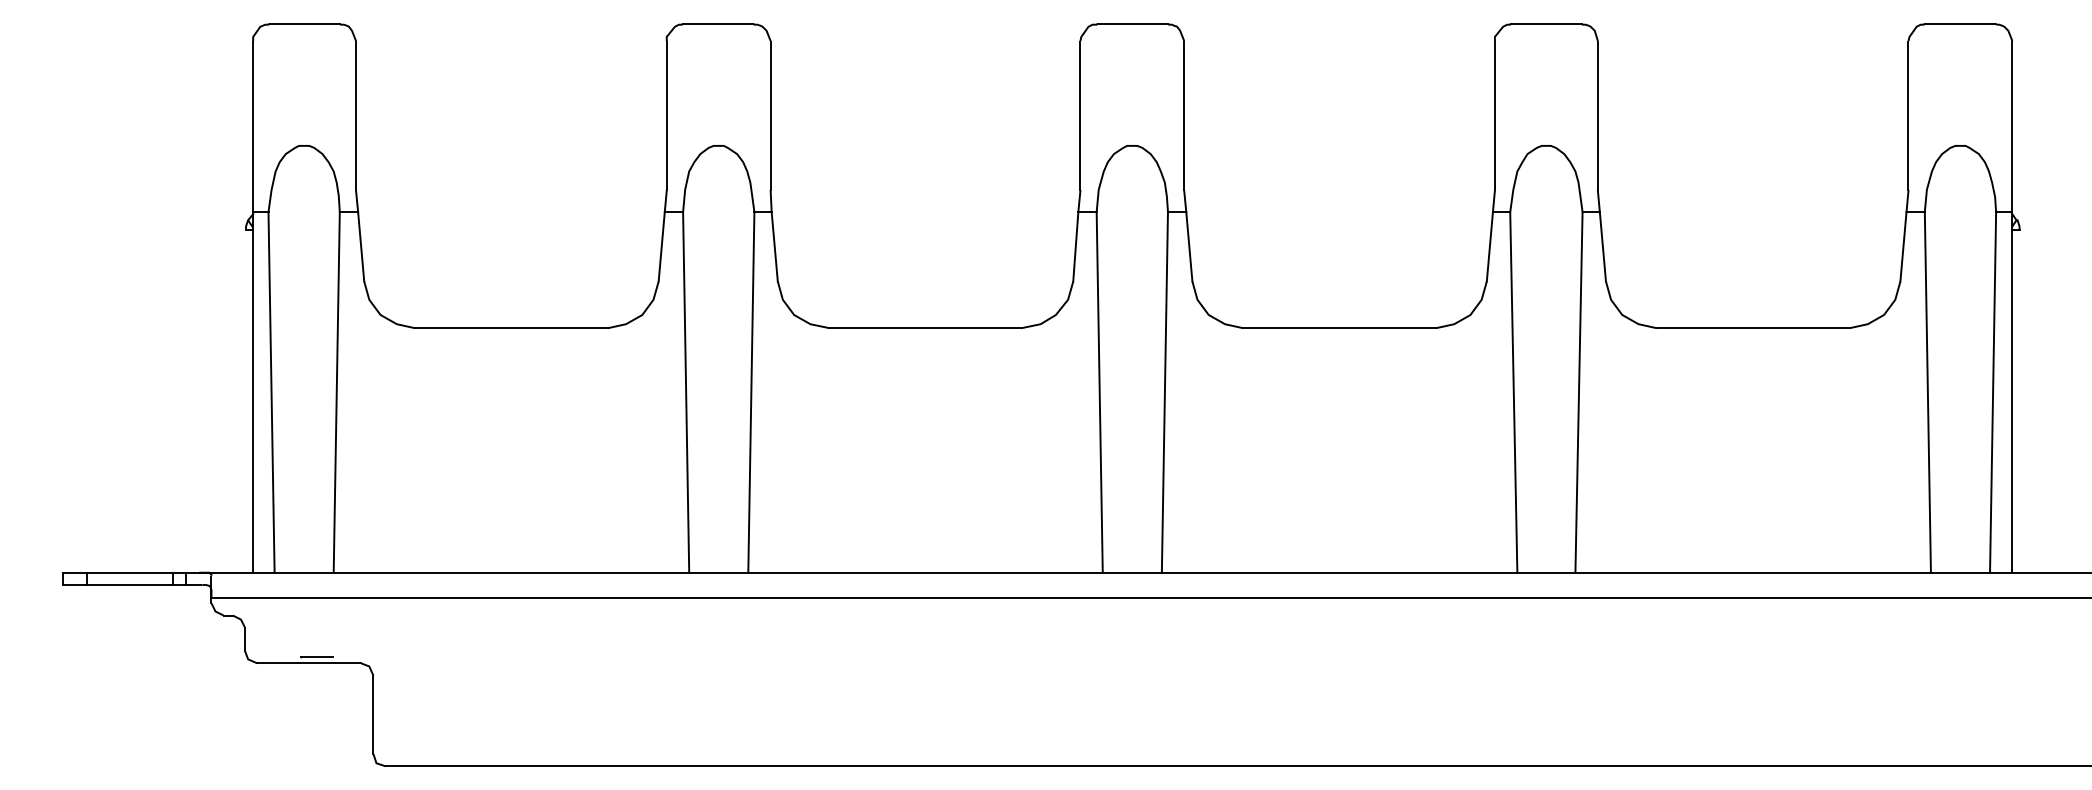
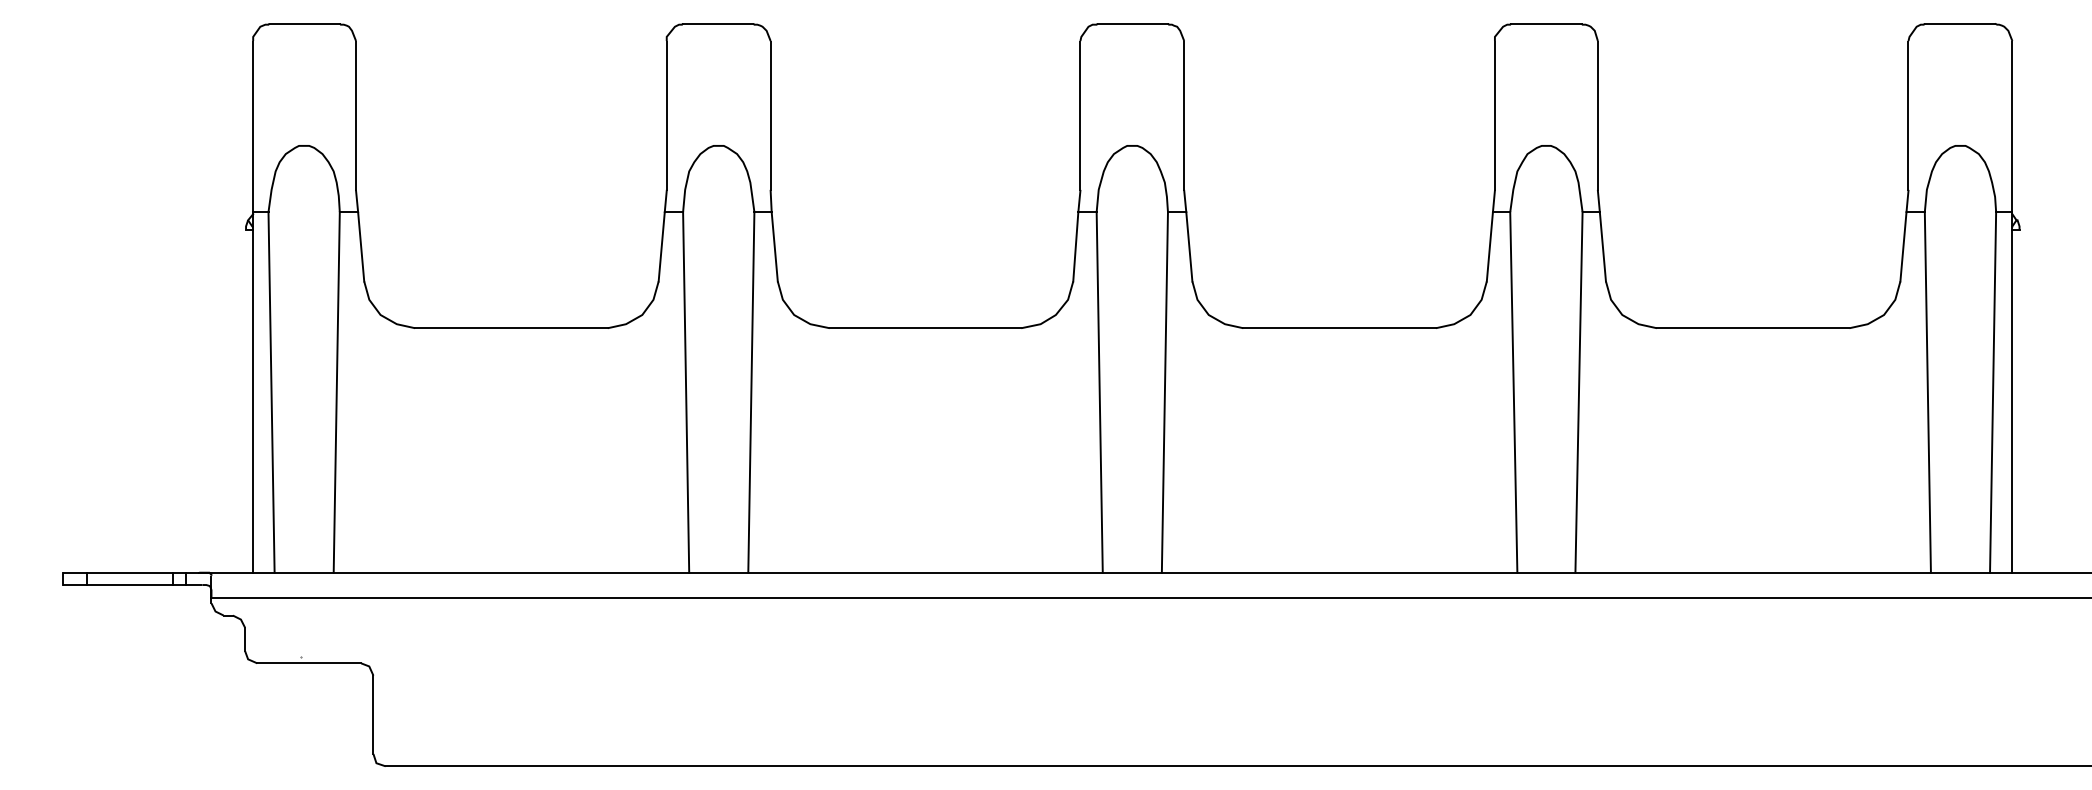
line at (316, 657): present -> none
